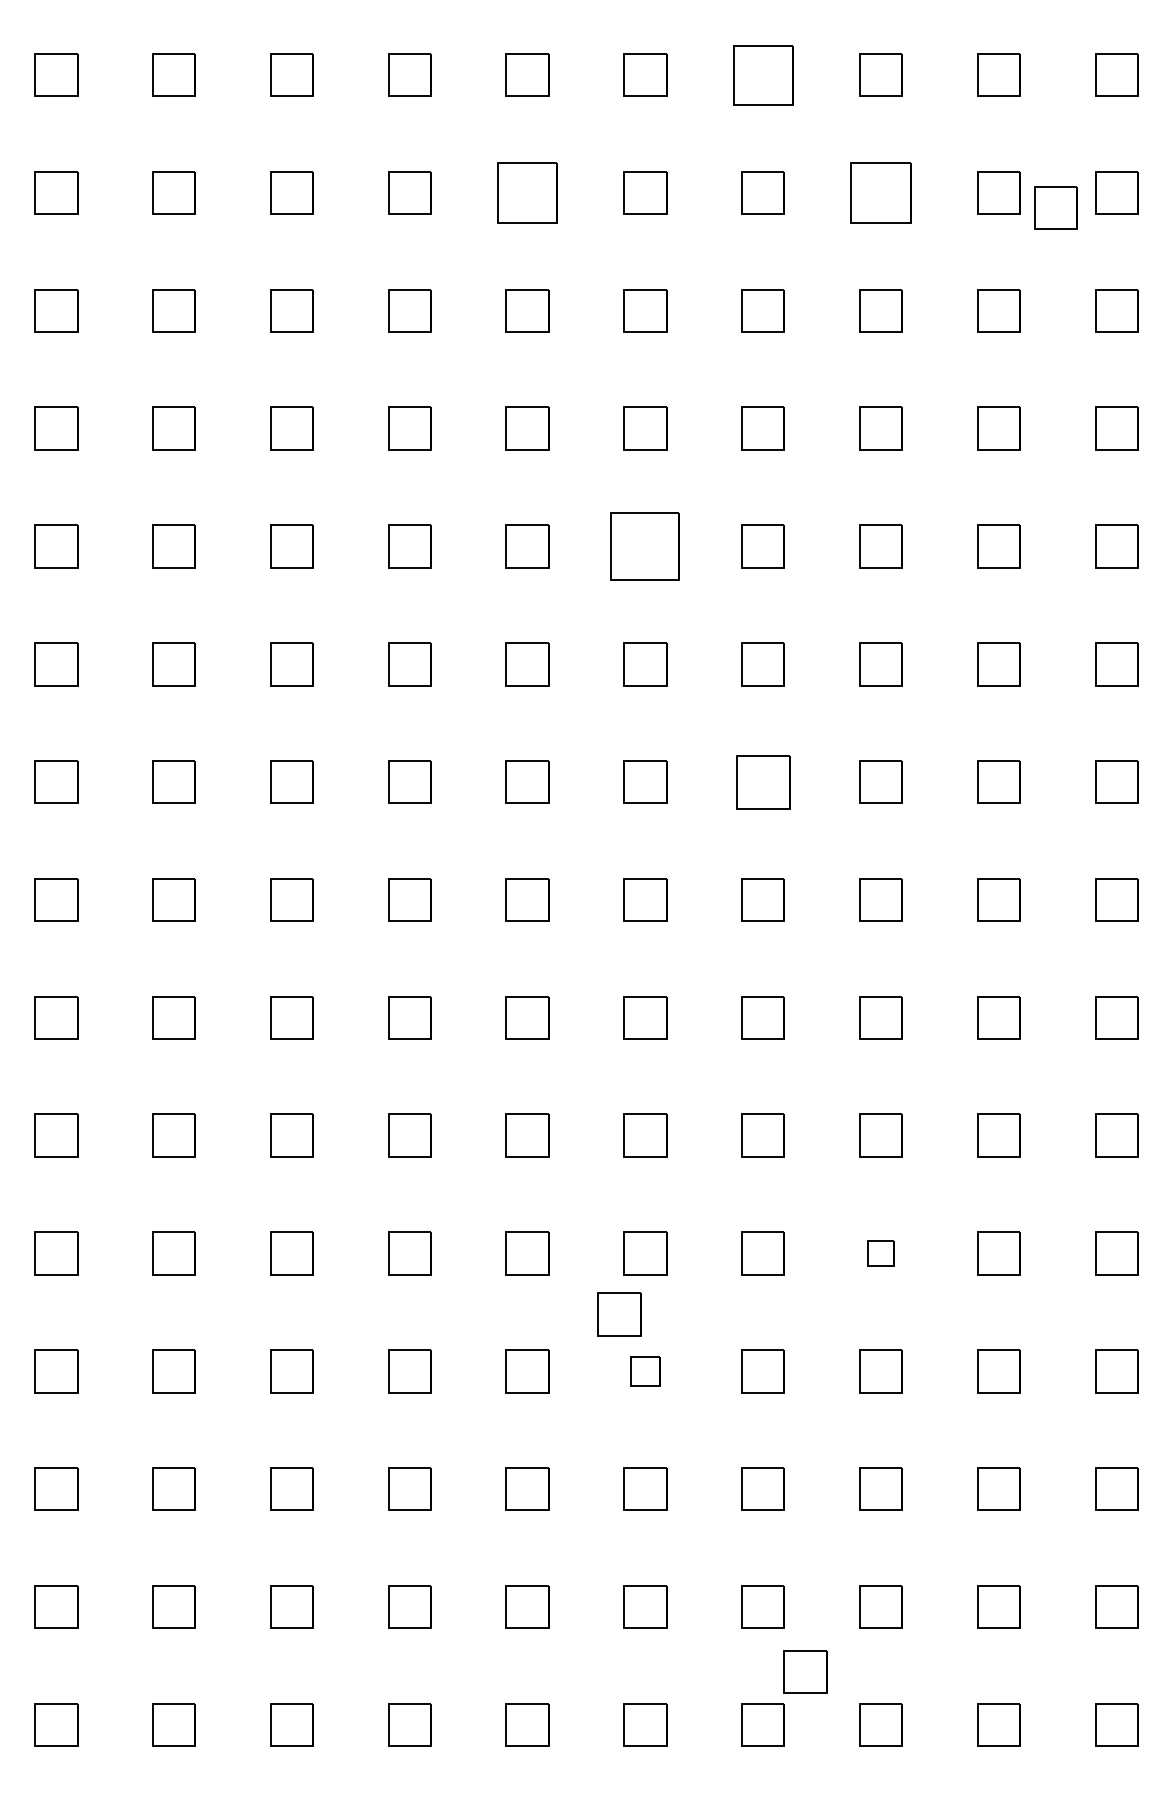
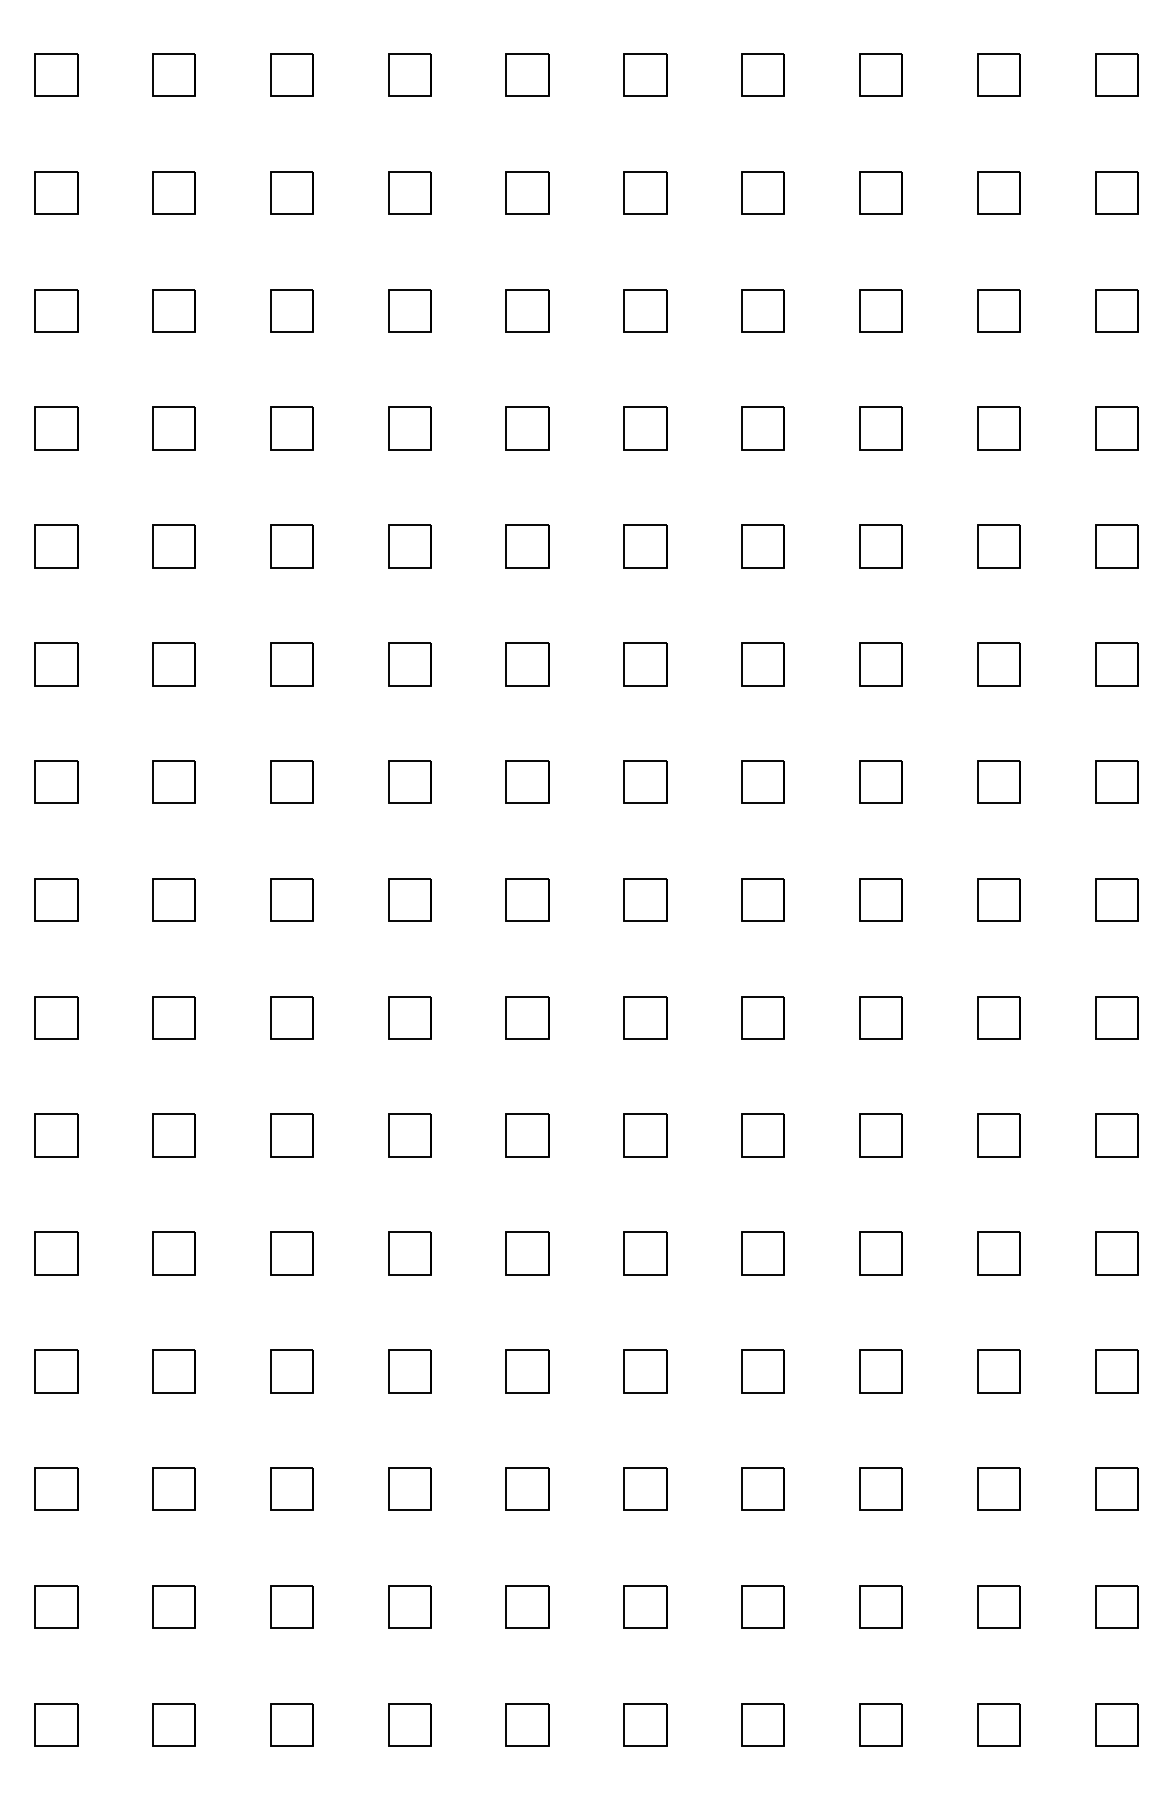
part at (763, 75) size: 61x61 px -> 44x44 px
part at (527, 192) size: 61x62 px -> 45x44 px
part at (880, 192) size: 62x62 px -> 44x44 px
part at (1055, 207): present -> none
part at (644, 546) size: 70x69 px -> 45x45 px
part at (763, 782) size: 55x55 px -> 44x44 px
part at (880, 1253) size: 28x27 px -> 44x45 px
part at (619, 1314): present -> none
part at (645, 1371) size: 31x31 px -> 45x45 px
part at (805, 1671): present -> none
